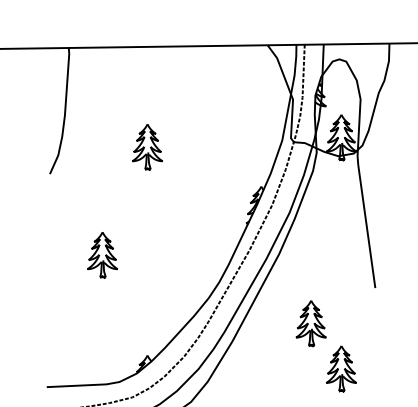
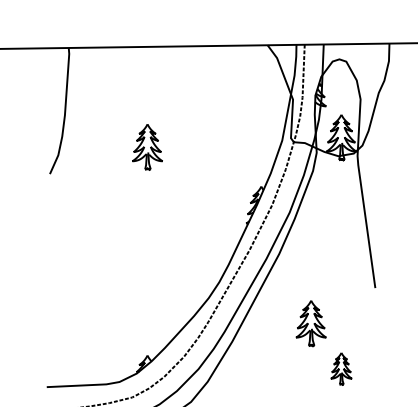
part at (102, 255): present -> none
part at (341, 368) size: 31x48 px -> 23x34 px
